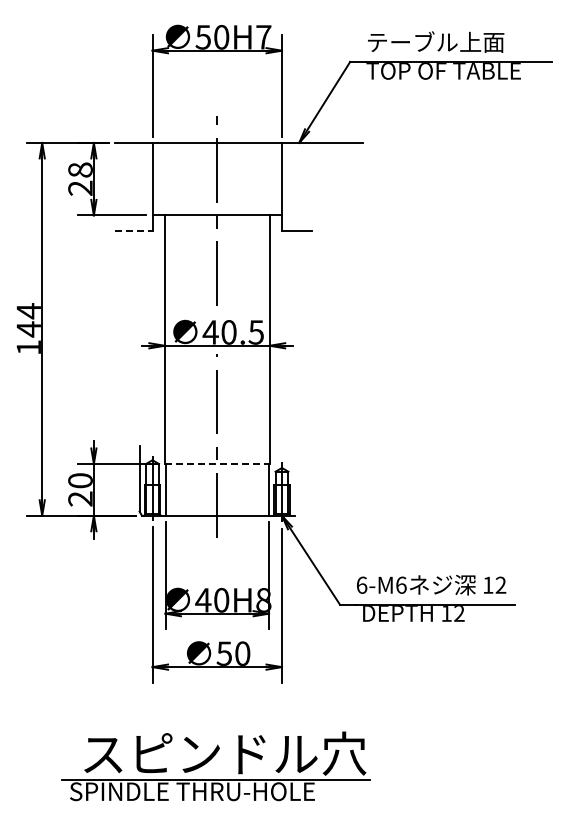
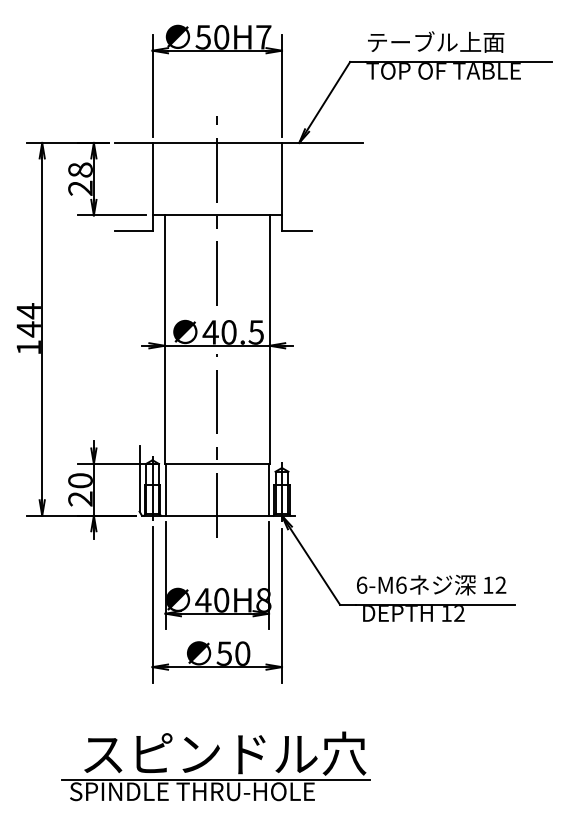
line at (133, 230): dashed -> solid
line at (217, 463): dashed -> solid
